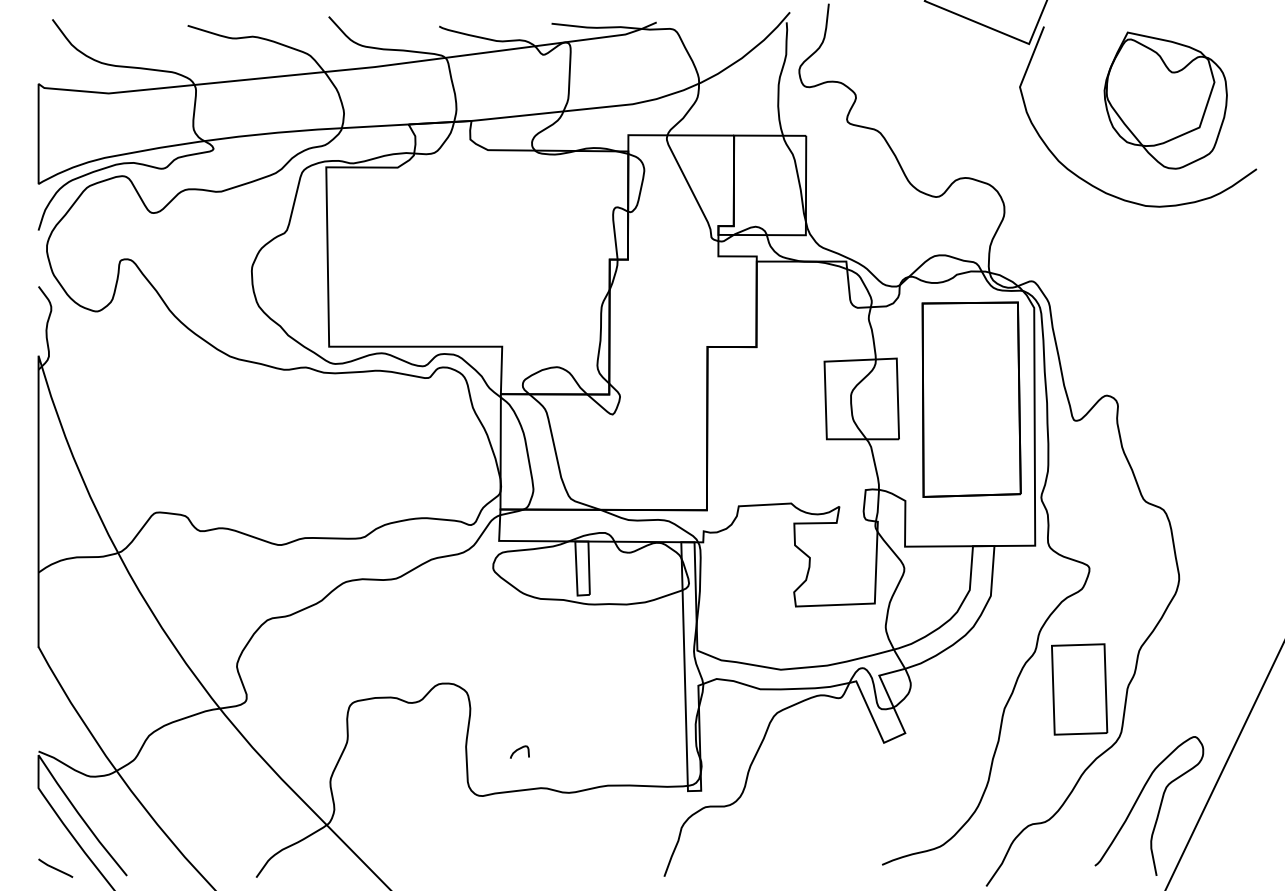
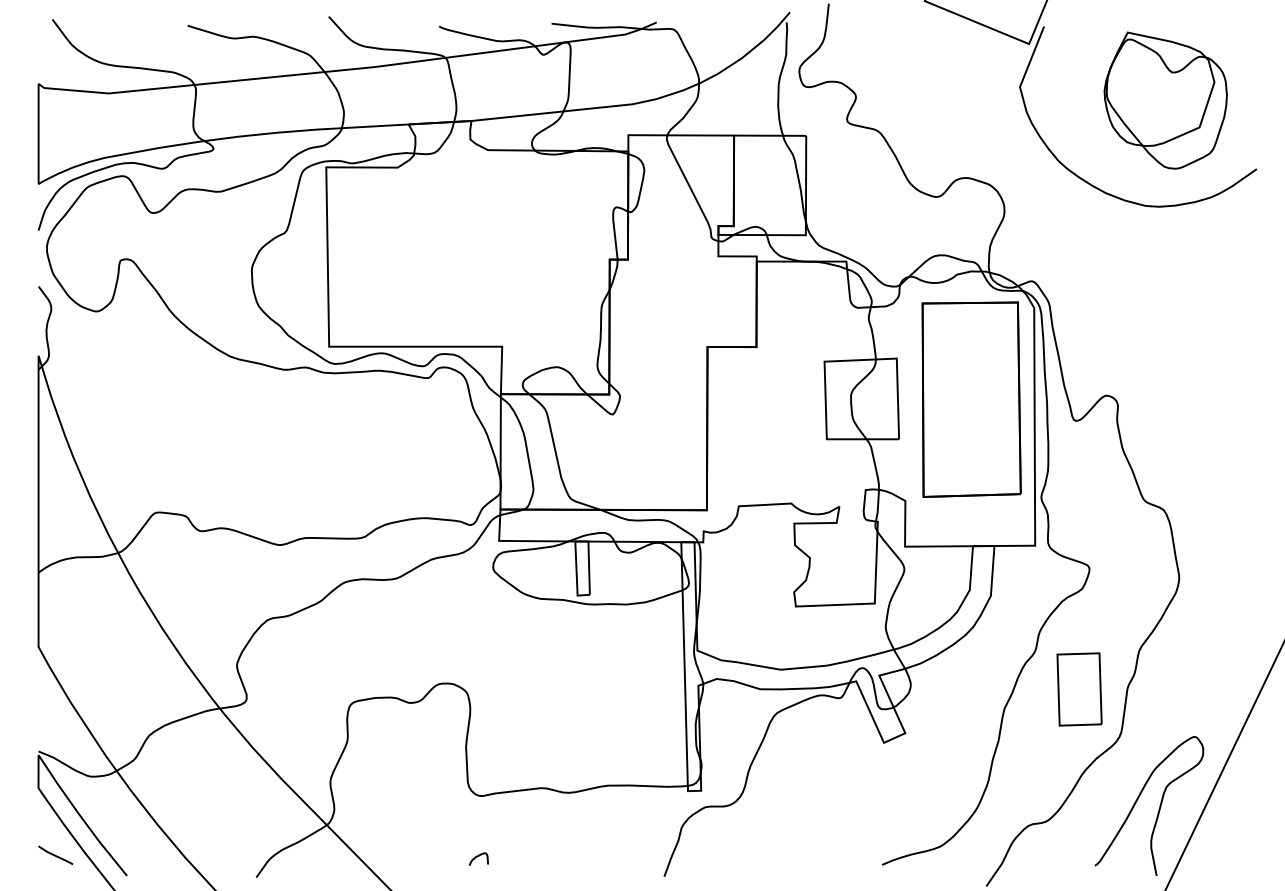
part at (1079, 689) size: 58x93 px -> 47x75 px
curve at (518, 750) position: (518, 750) -> (477, 857)
line at (55, 867) position: (55, 867) -> (55, 854)
